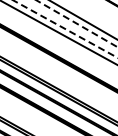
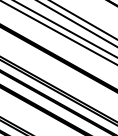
line at (76, 23): dashed -> solid
line at (65, 29): dashed -> solid
